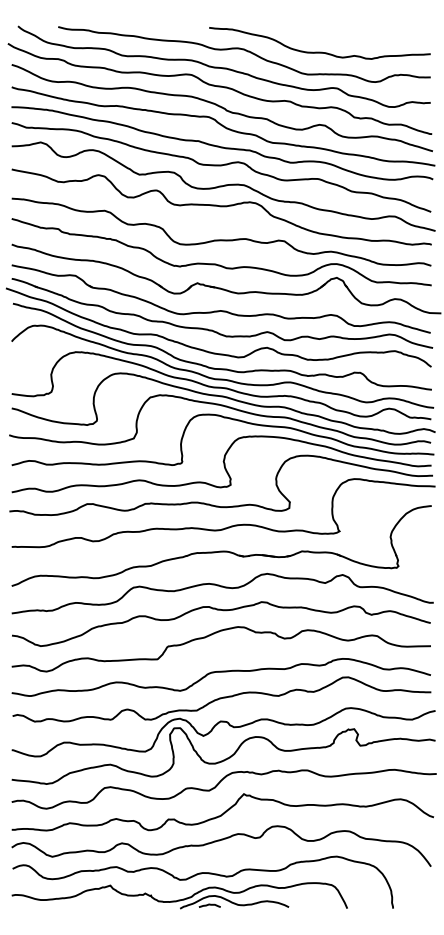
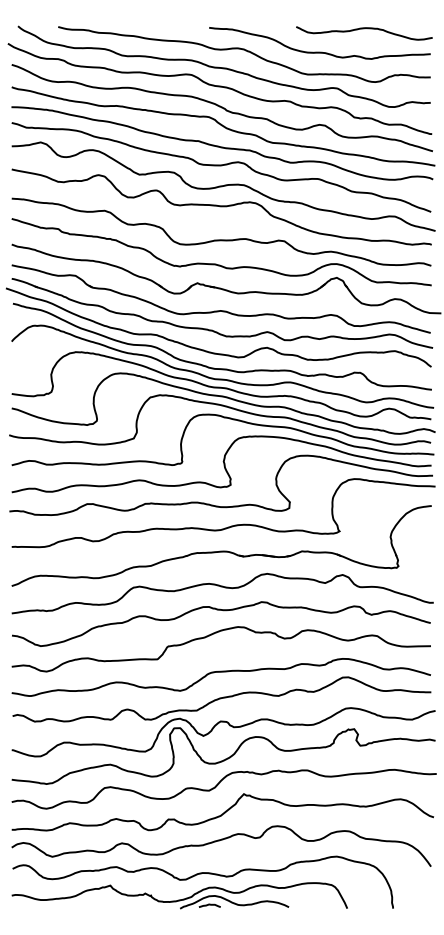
curve at (364, 29): none -> present
